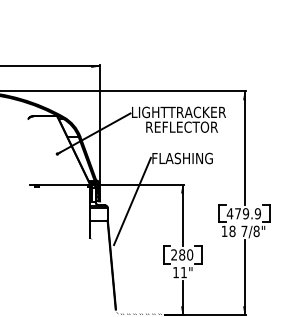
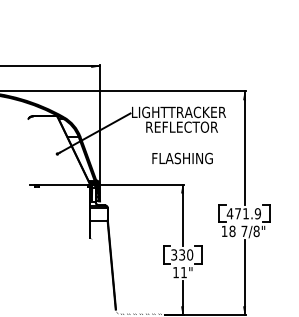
line at (132, 201): present -> none
text at (246, 213): 479.9 -> 471.9
text at (178, 254): 280 -> 330
